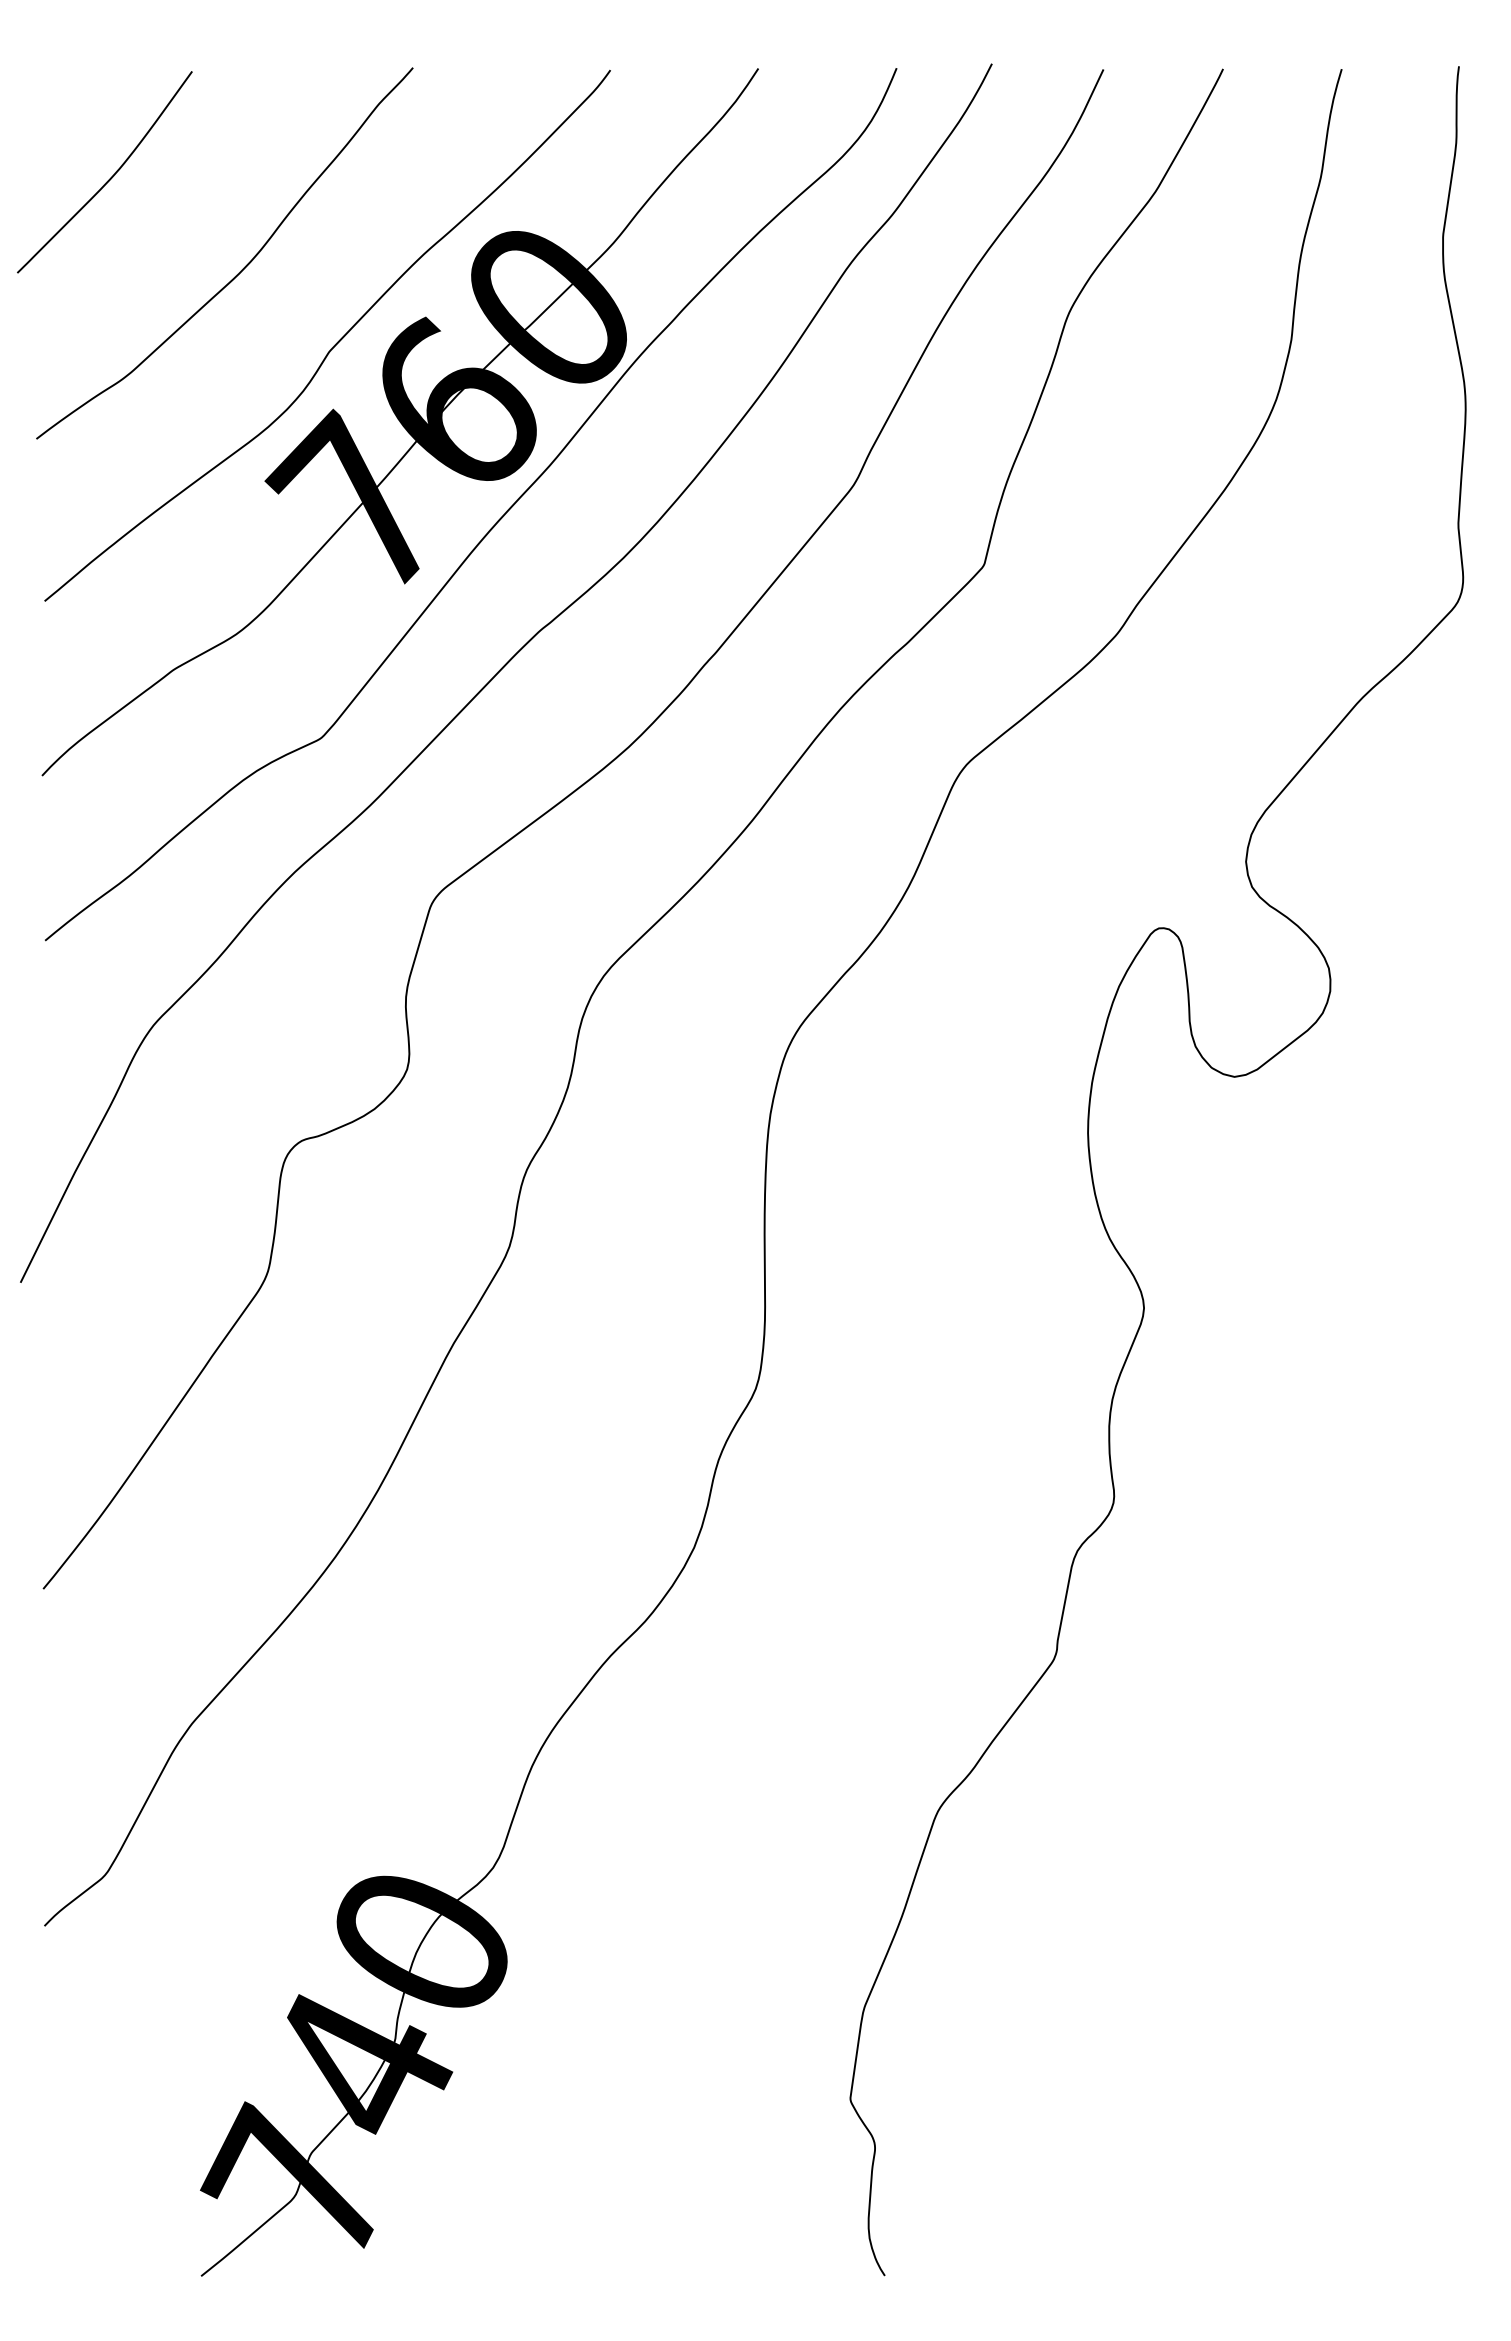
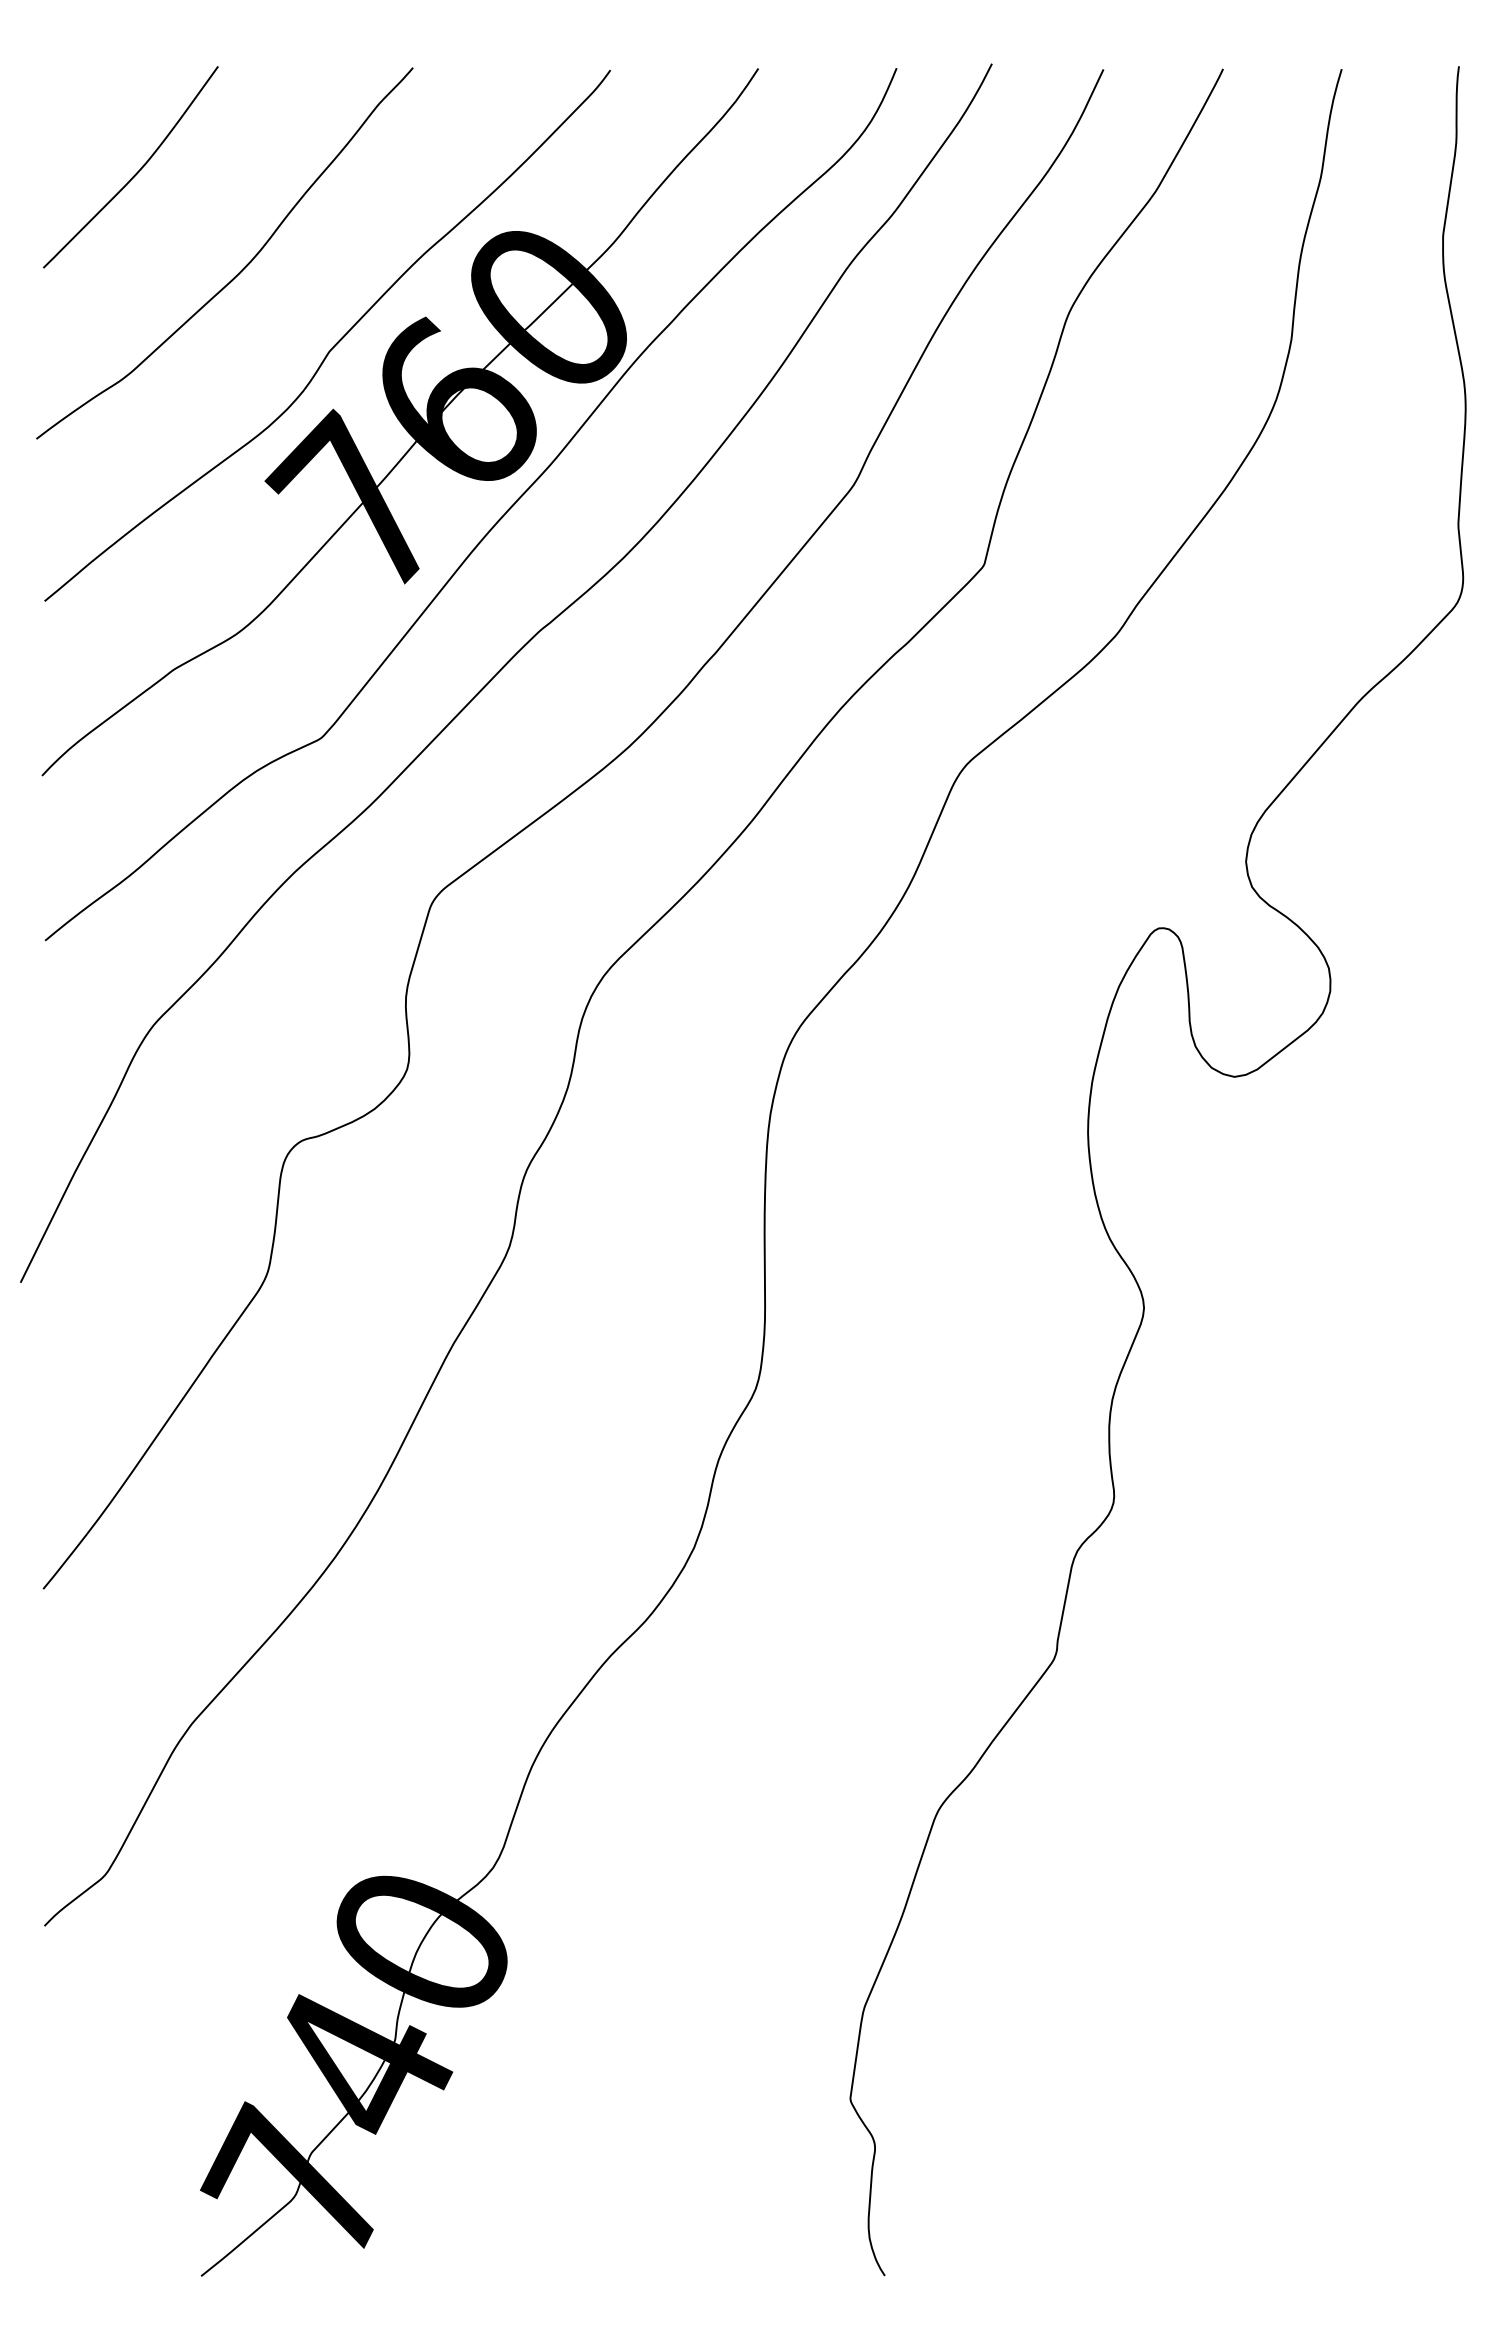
curve at (110, 177) position: (110, 177) -> (136, 172)
